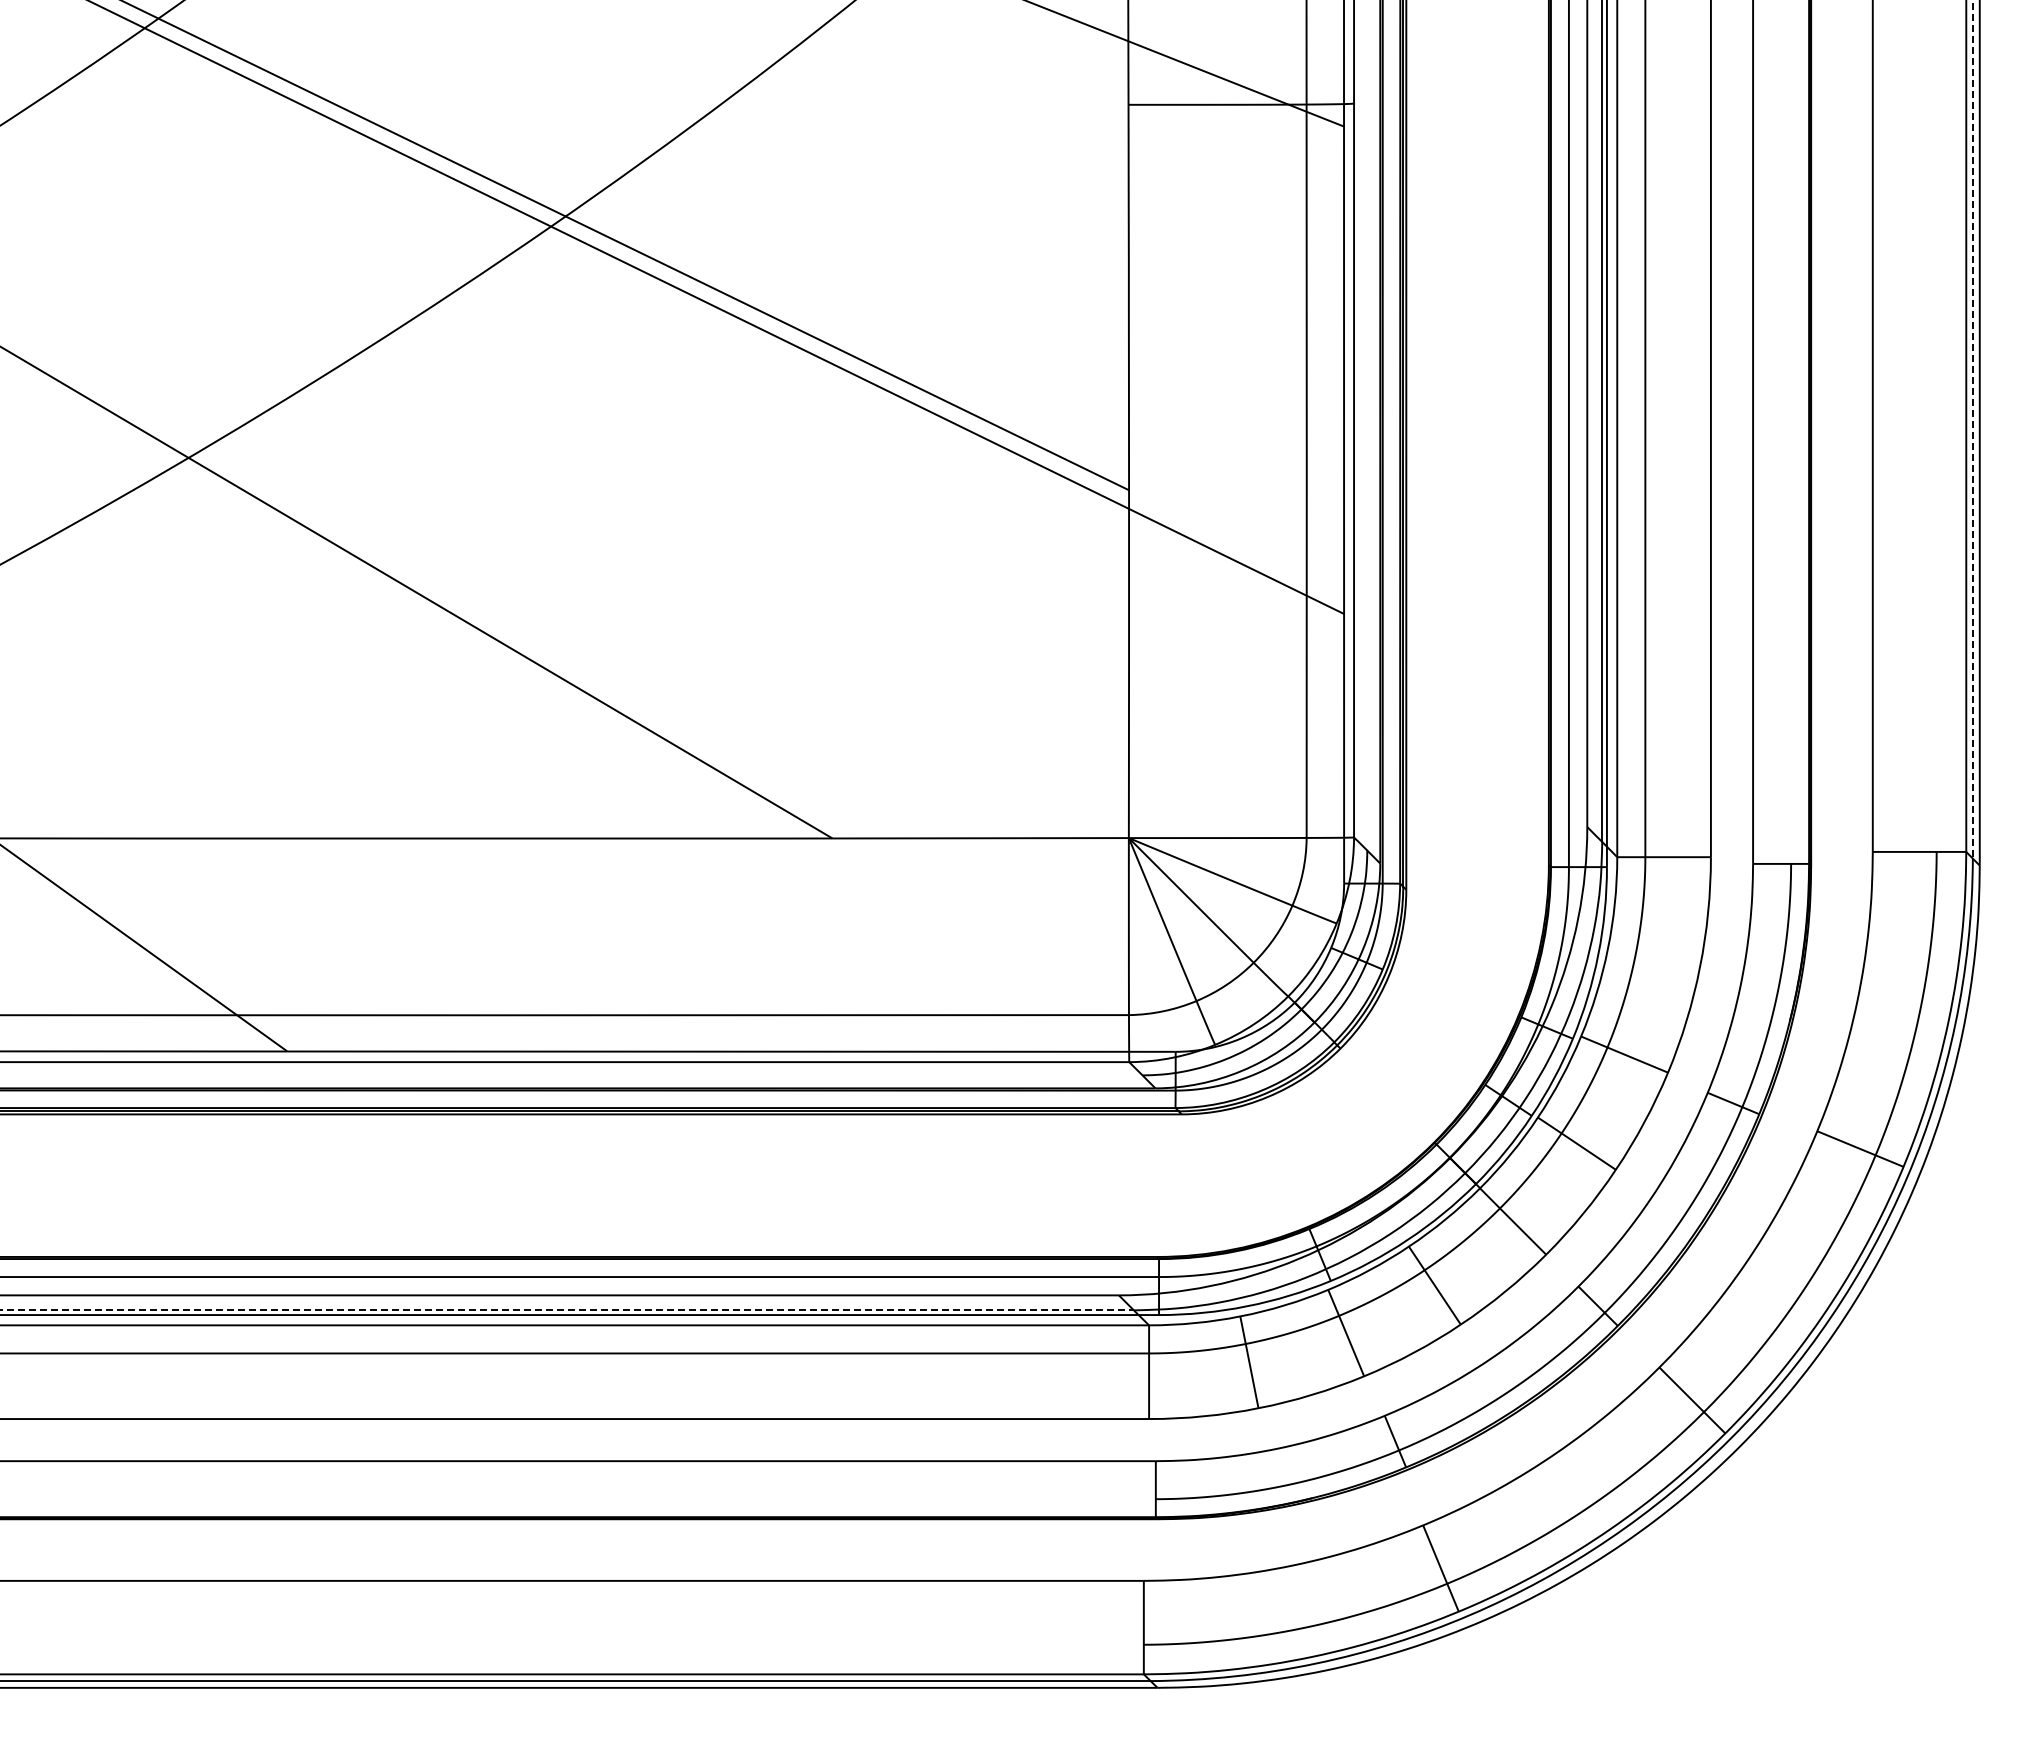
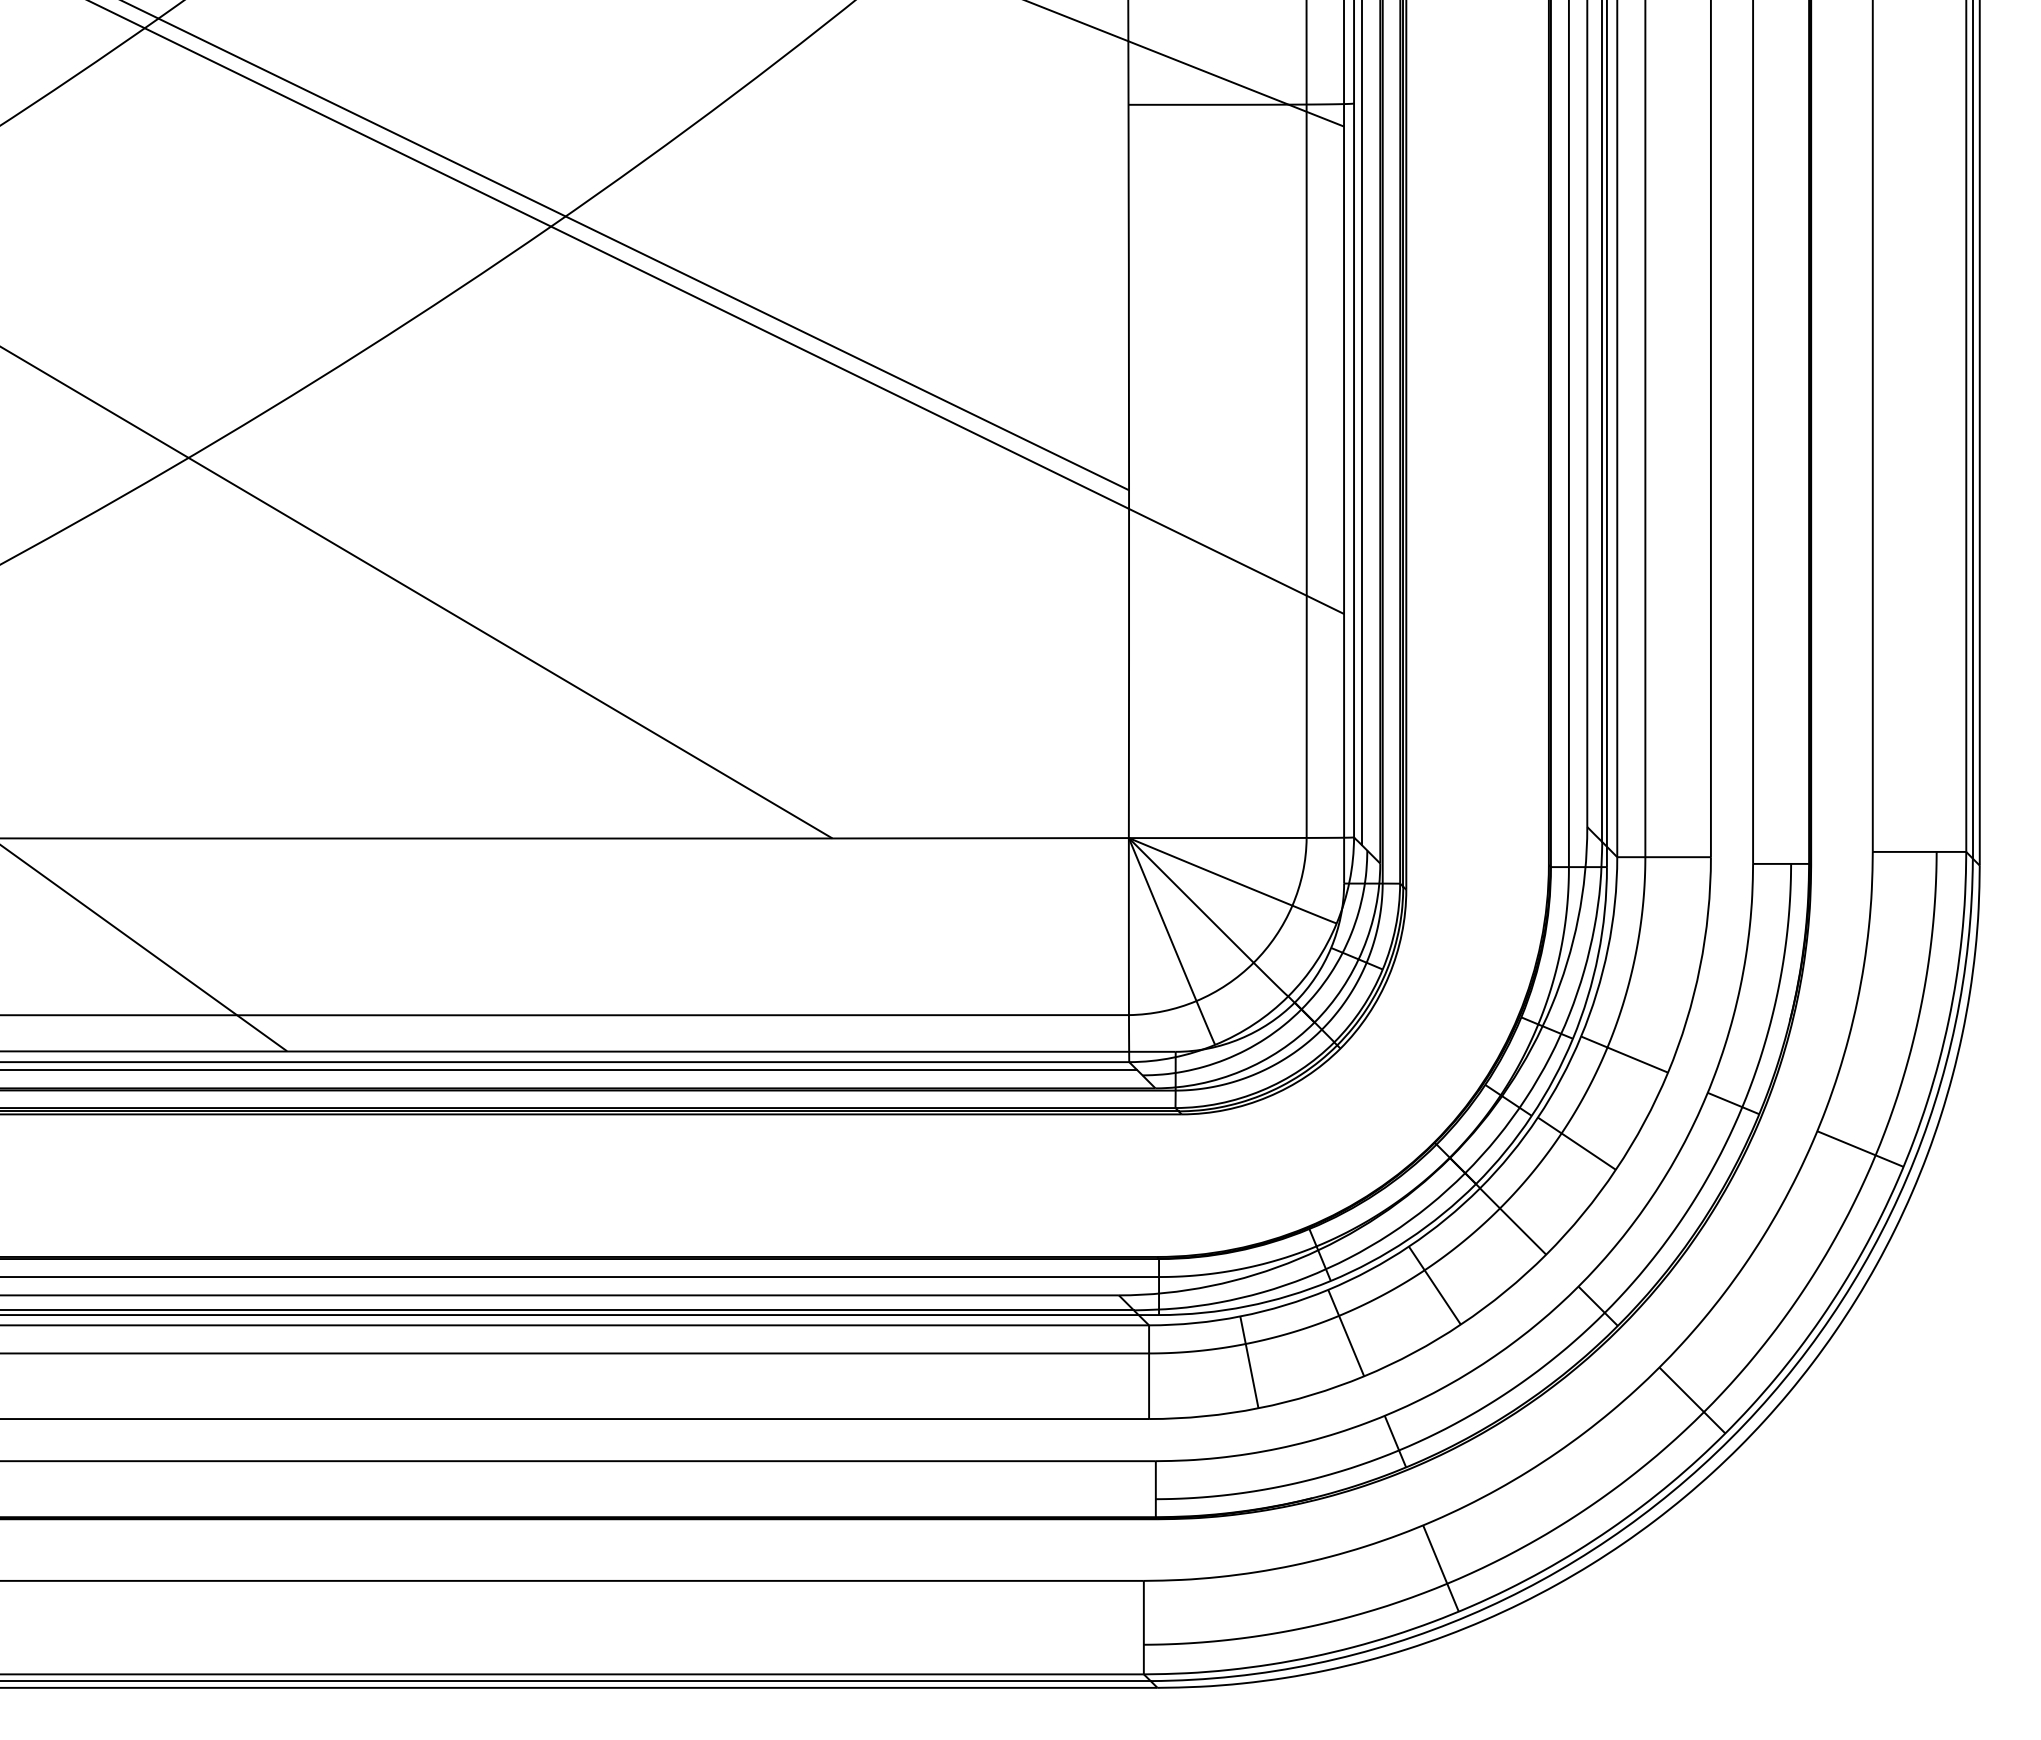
line at (1362, 423): none -> present
line at (1973, 429): dashed -> solid
line at (569, 1070): none -> present
line at (567, 1310): dashed -> solid
